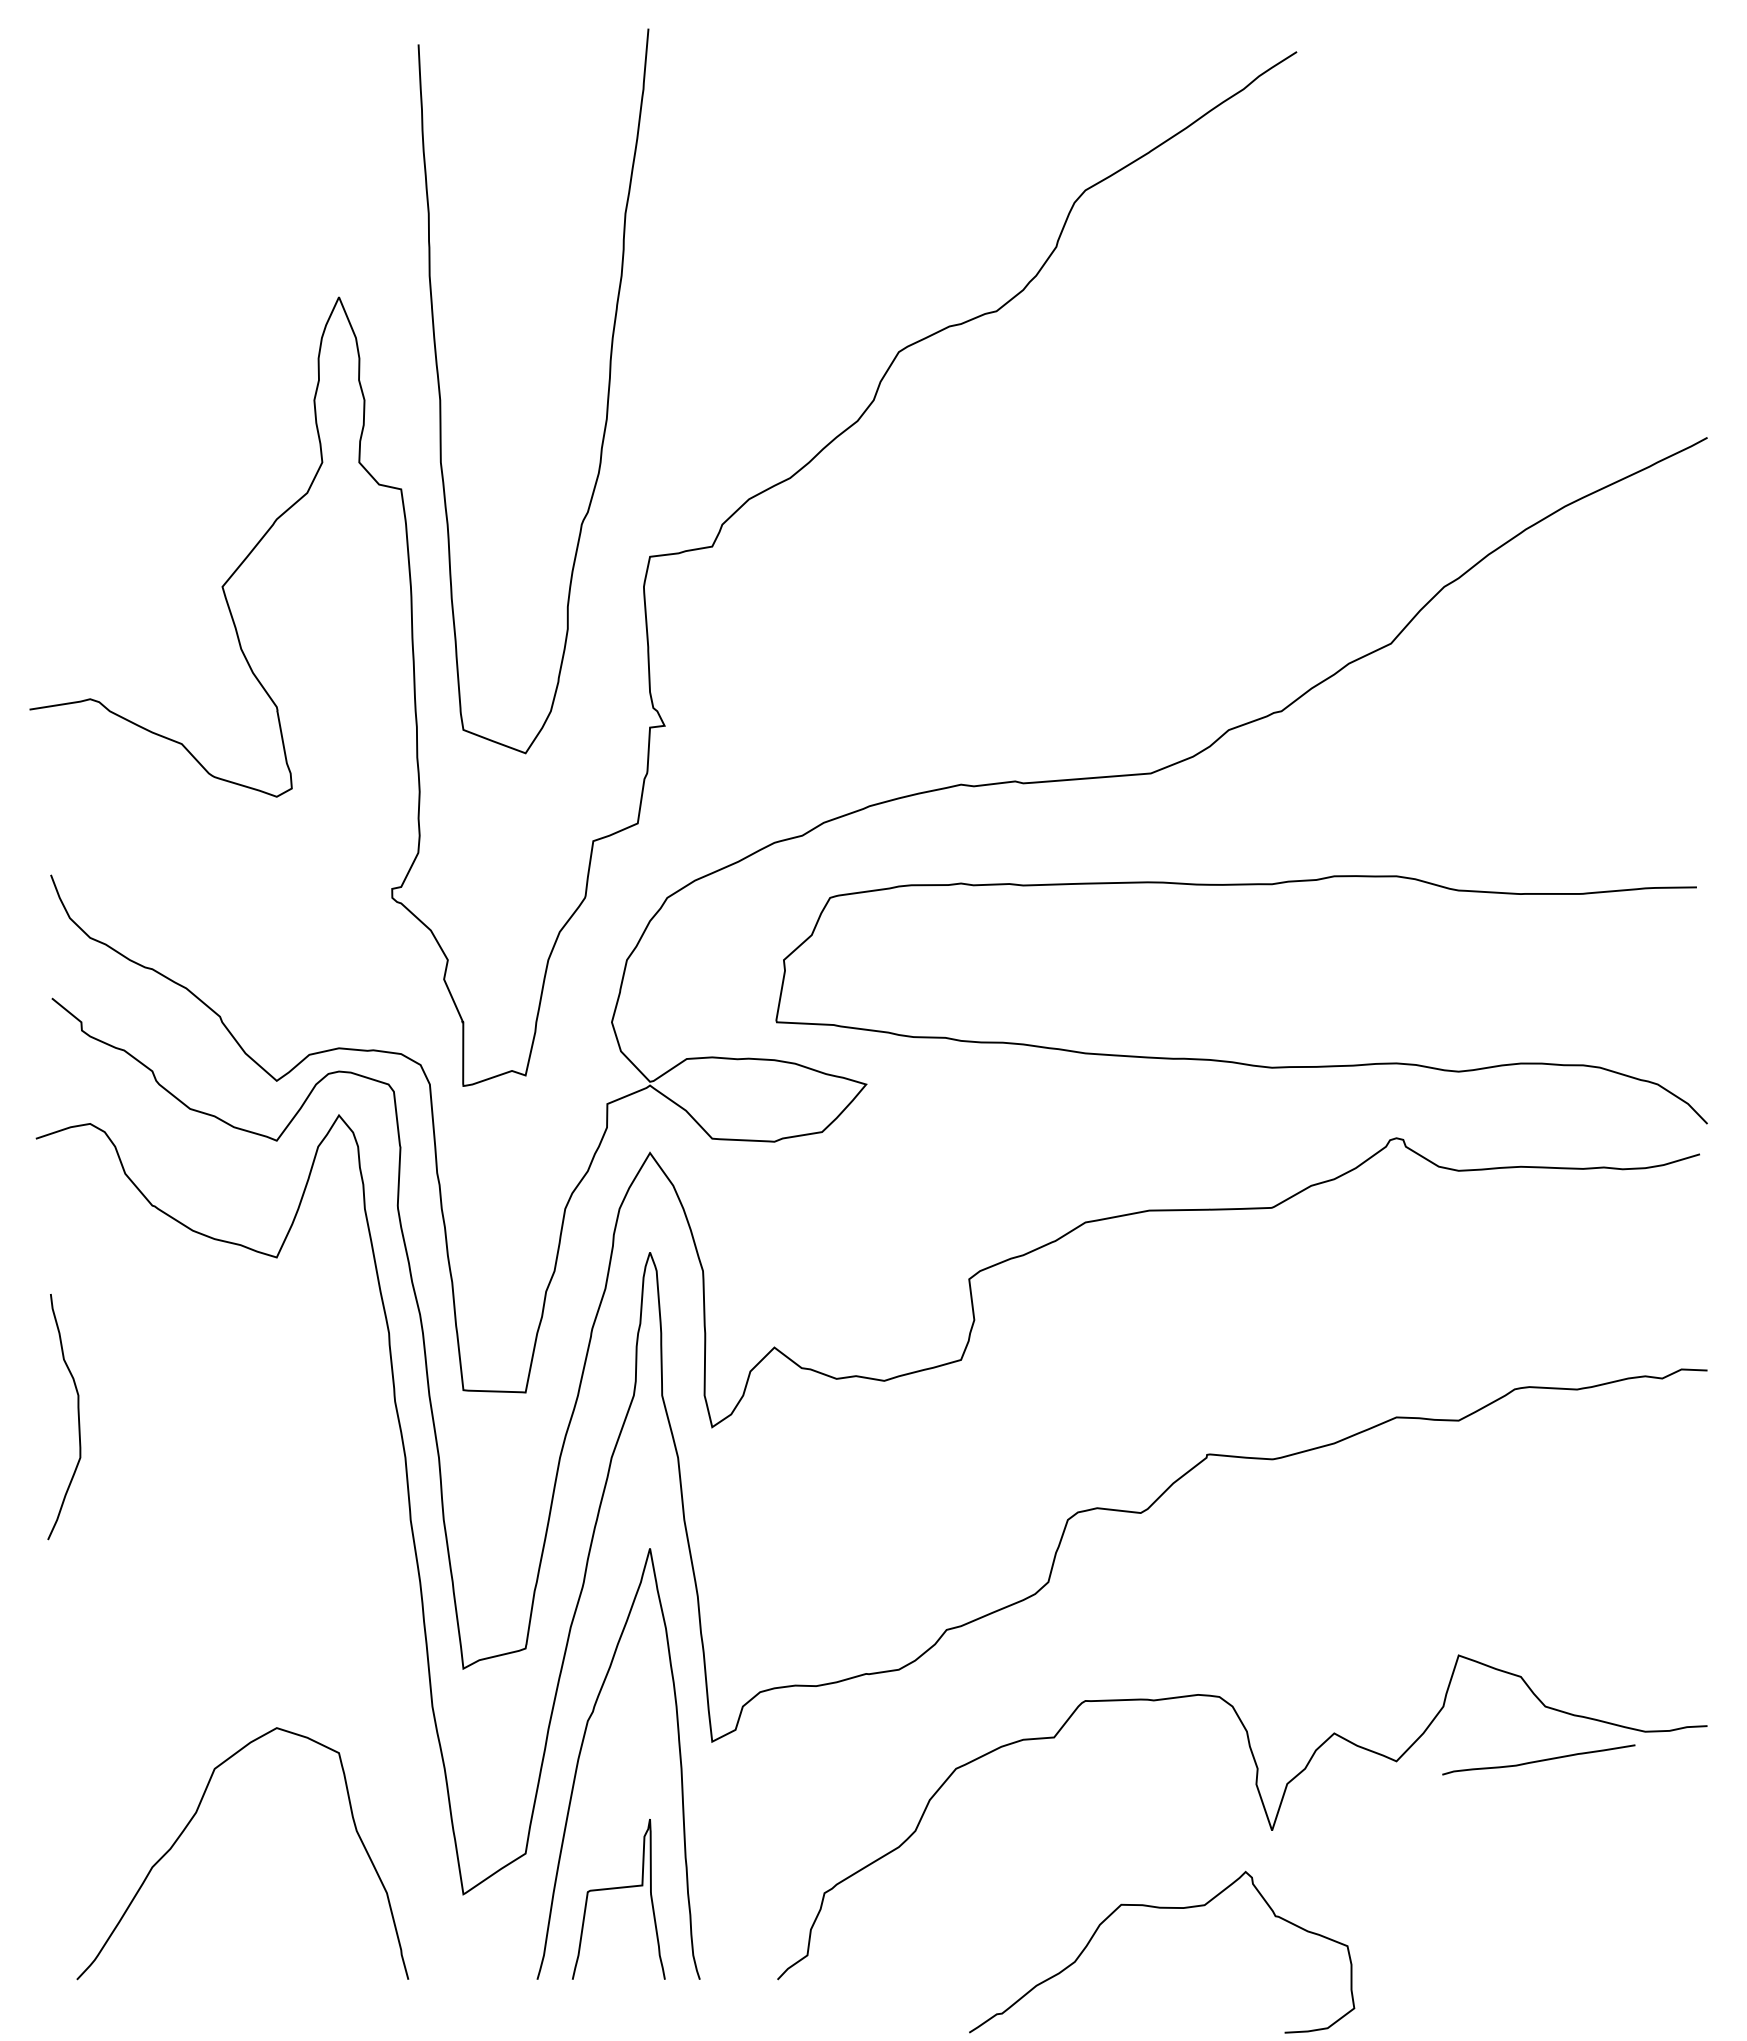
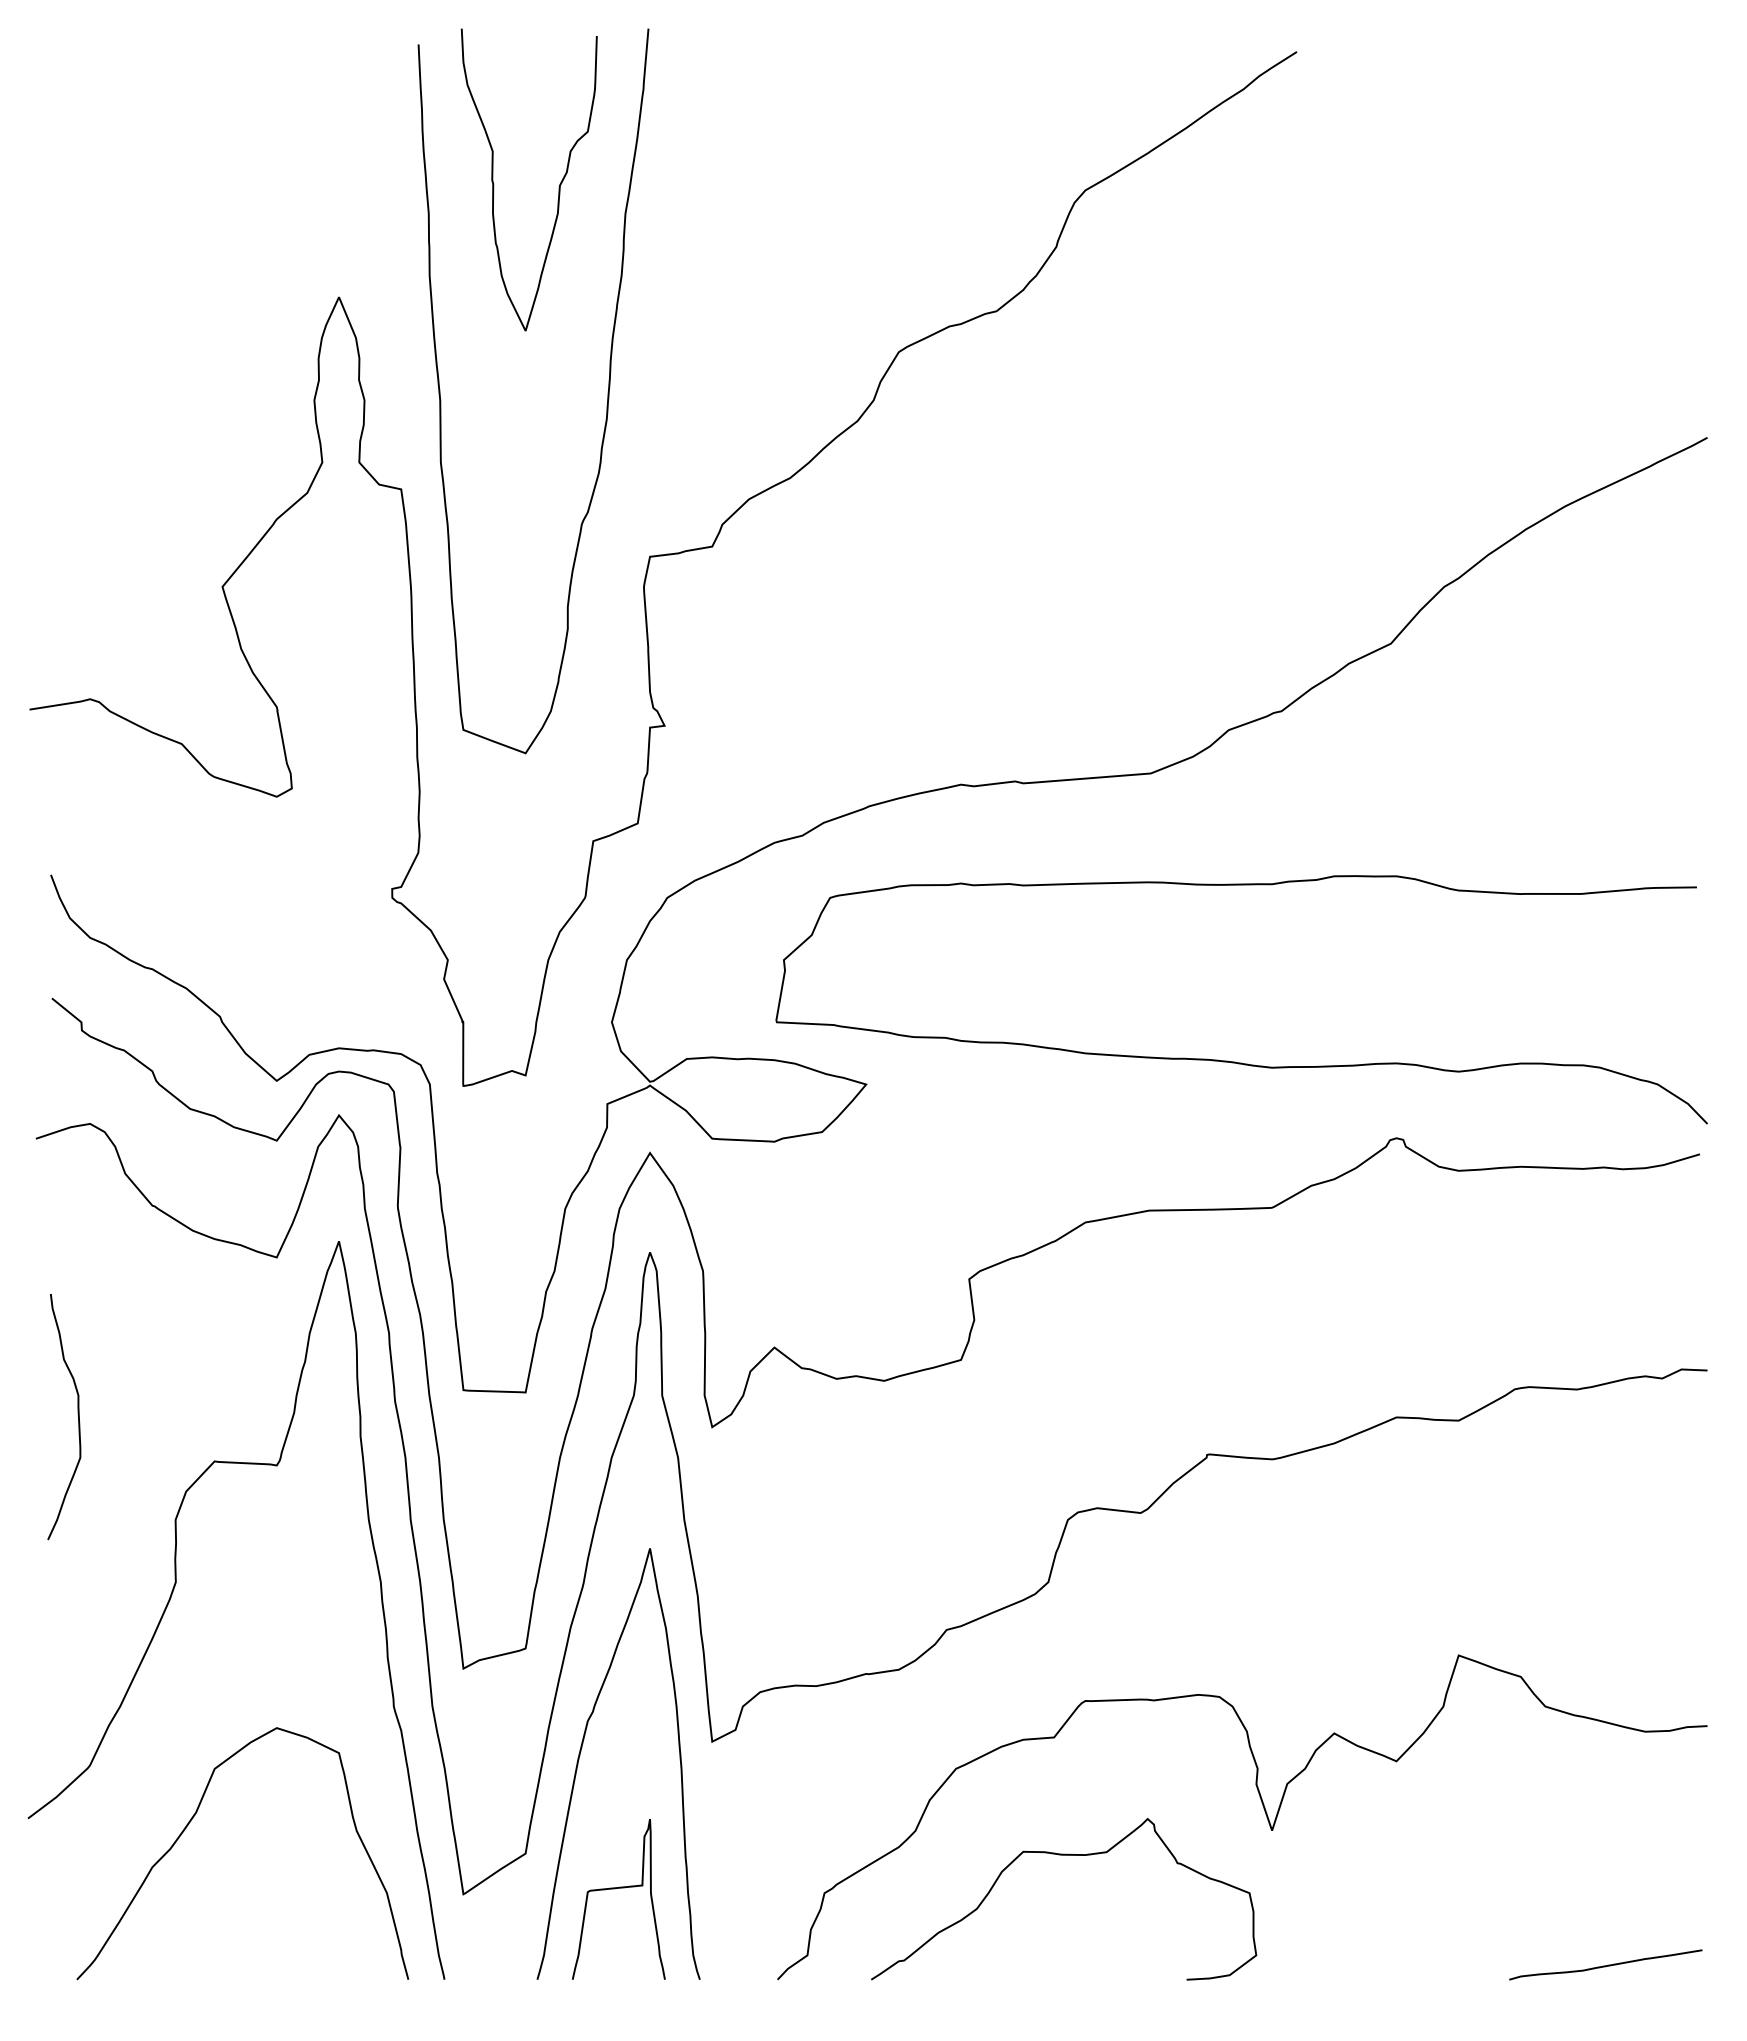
curve at (558, 187): none -> present
curve at (174, 1589): none -> present
curve at (1538, 1760) position: (1538, 1760) -> (1605, 1965)
curve at (1162, 1908) position: (1162, 1908) -> (1064, 1855)
